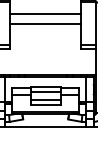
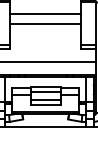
line at (48, 61): none -> present
